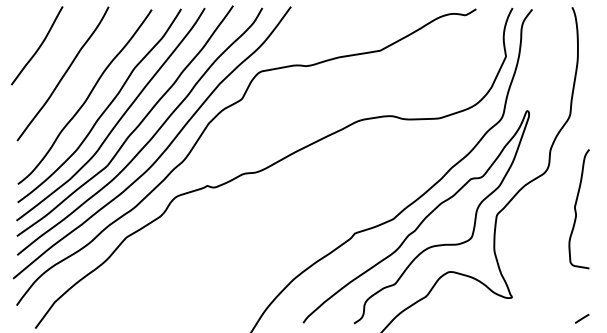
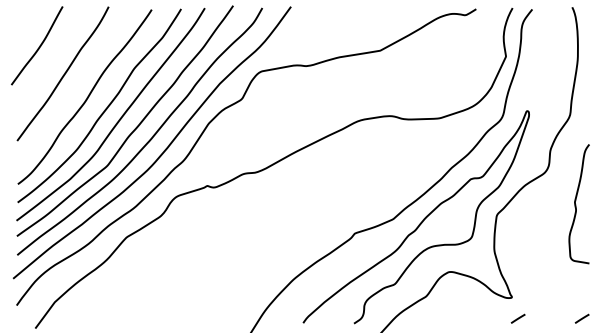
curve at (576, 209) position: (576, 209) -> (576, 204)
line at (517, 318): none -> present
